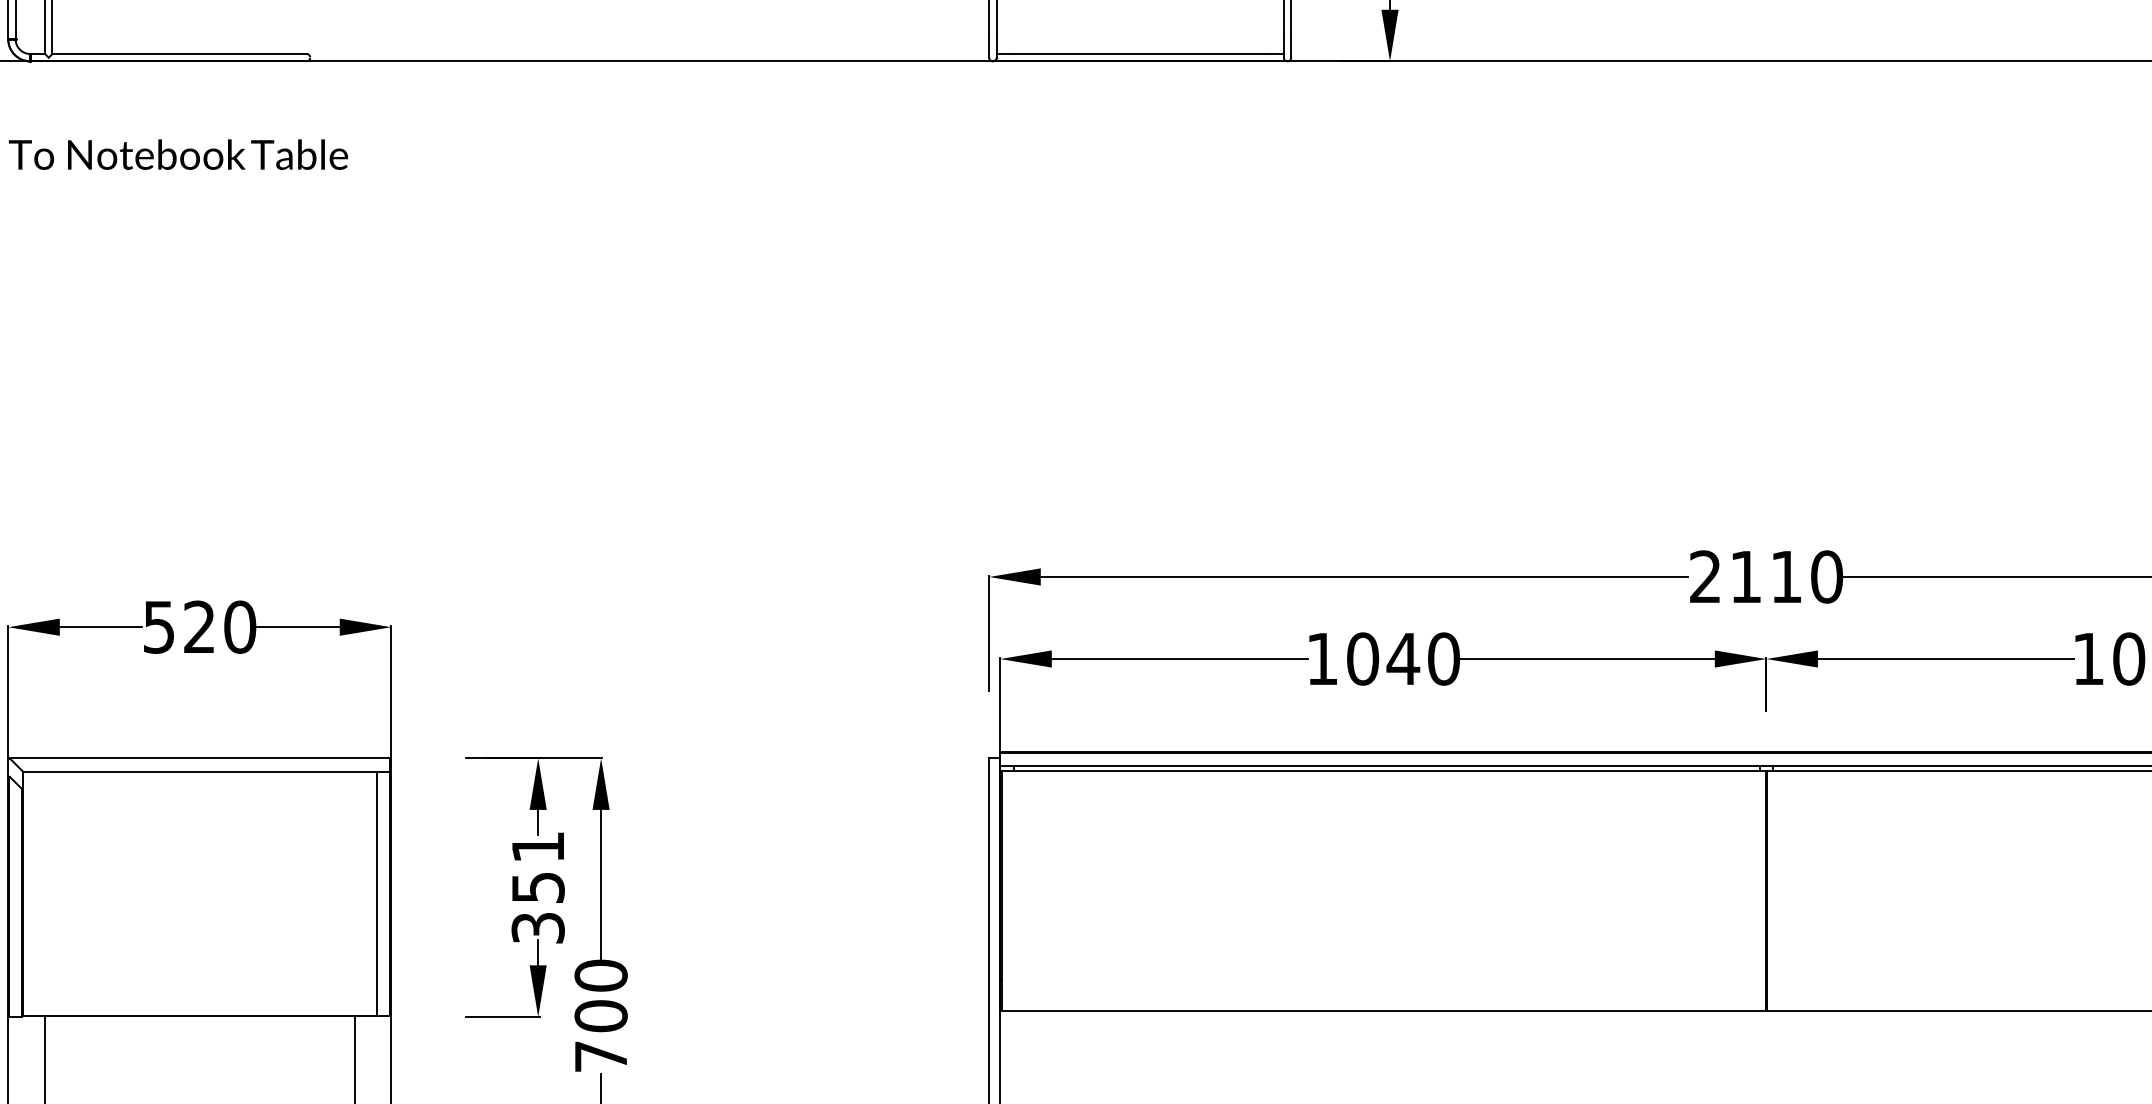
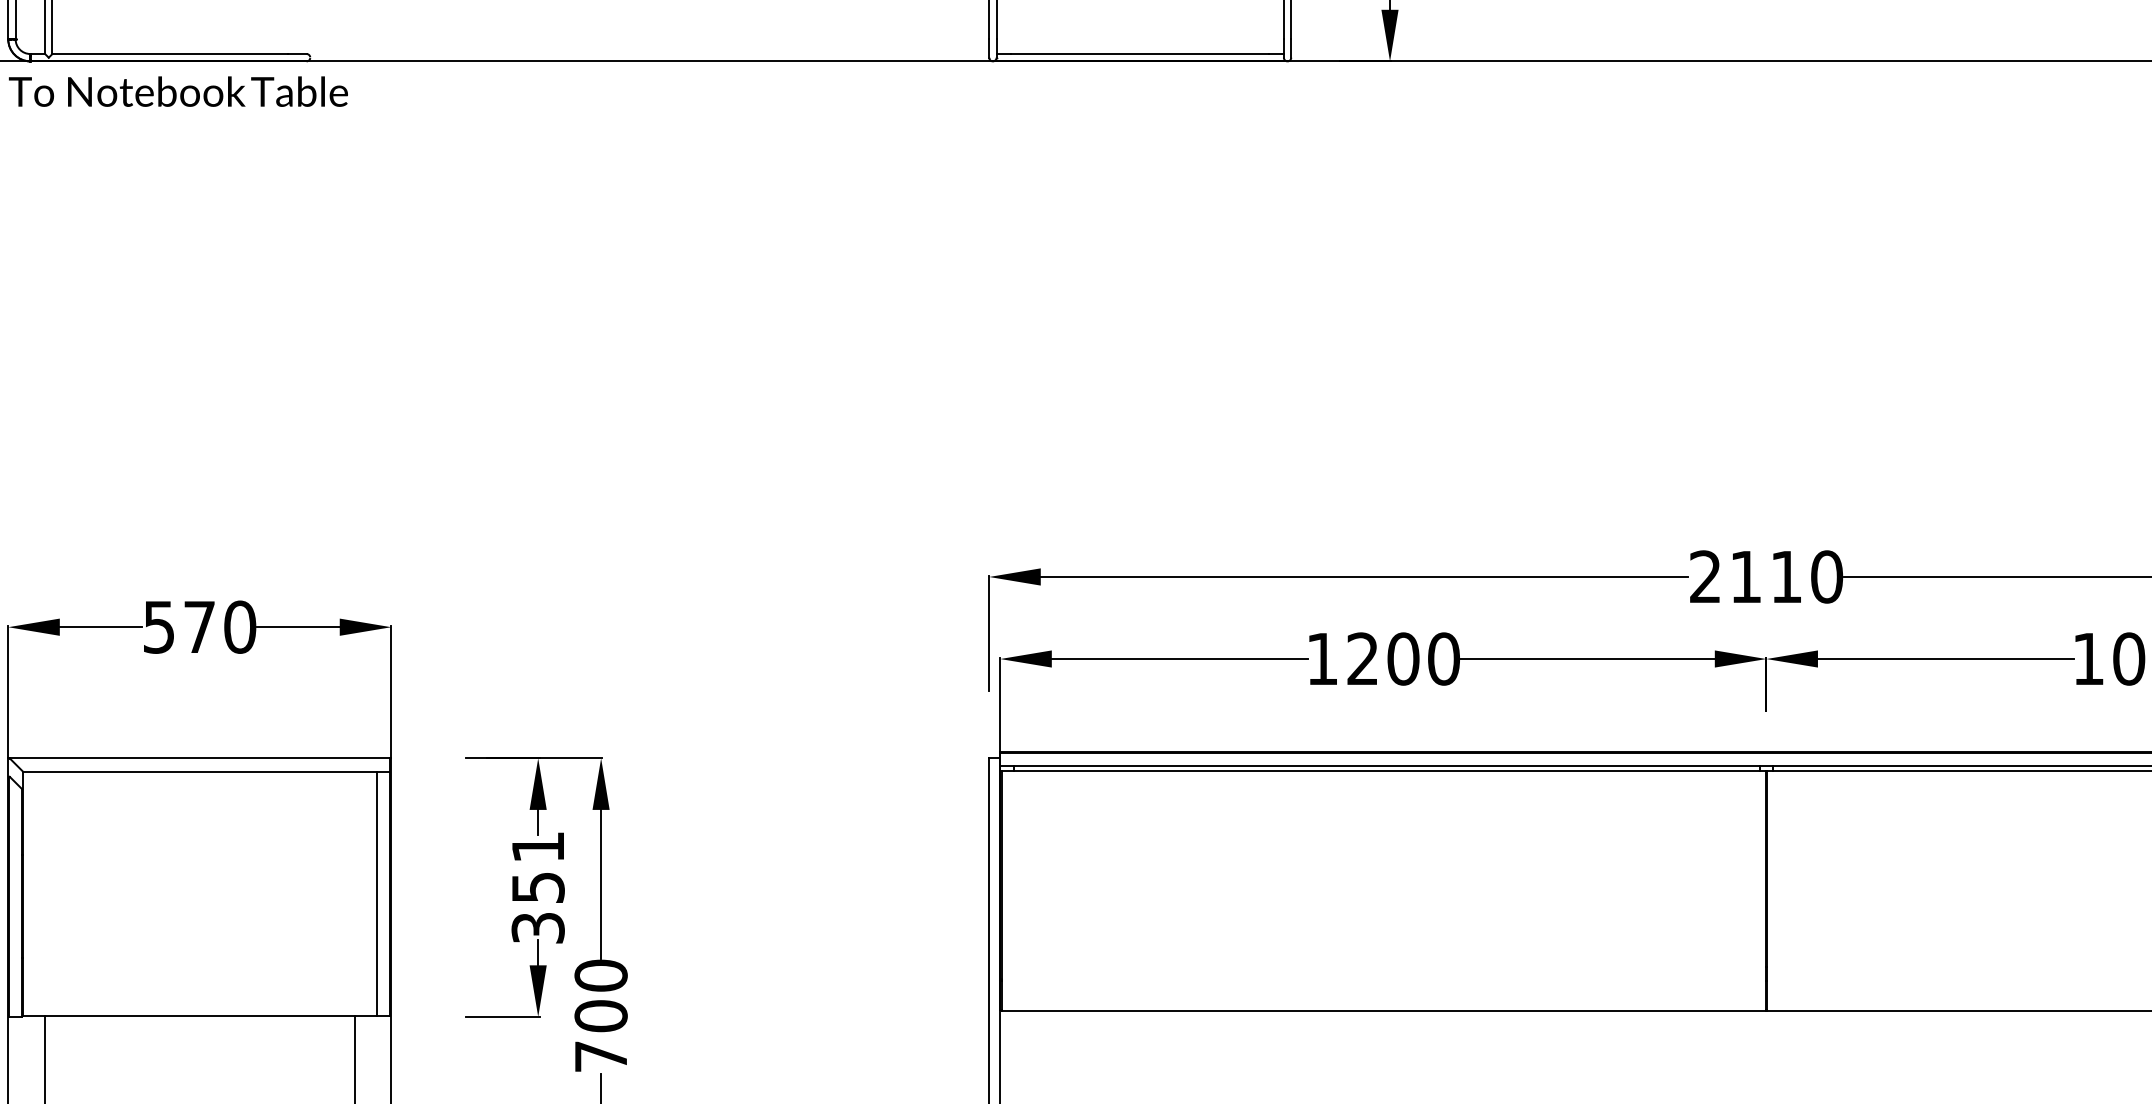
text at (178, 154) position: (178, 154) -> (178, 91)
text at (199, 626): 520 -> 570
text at (1383, 658): 1040 -> 1200
